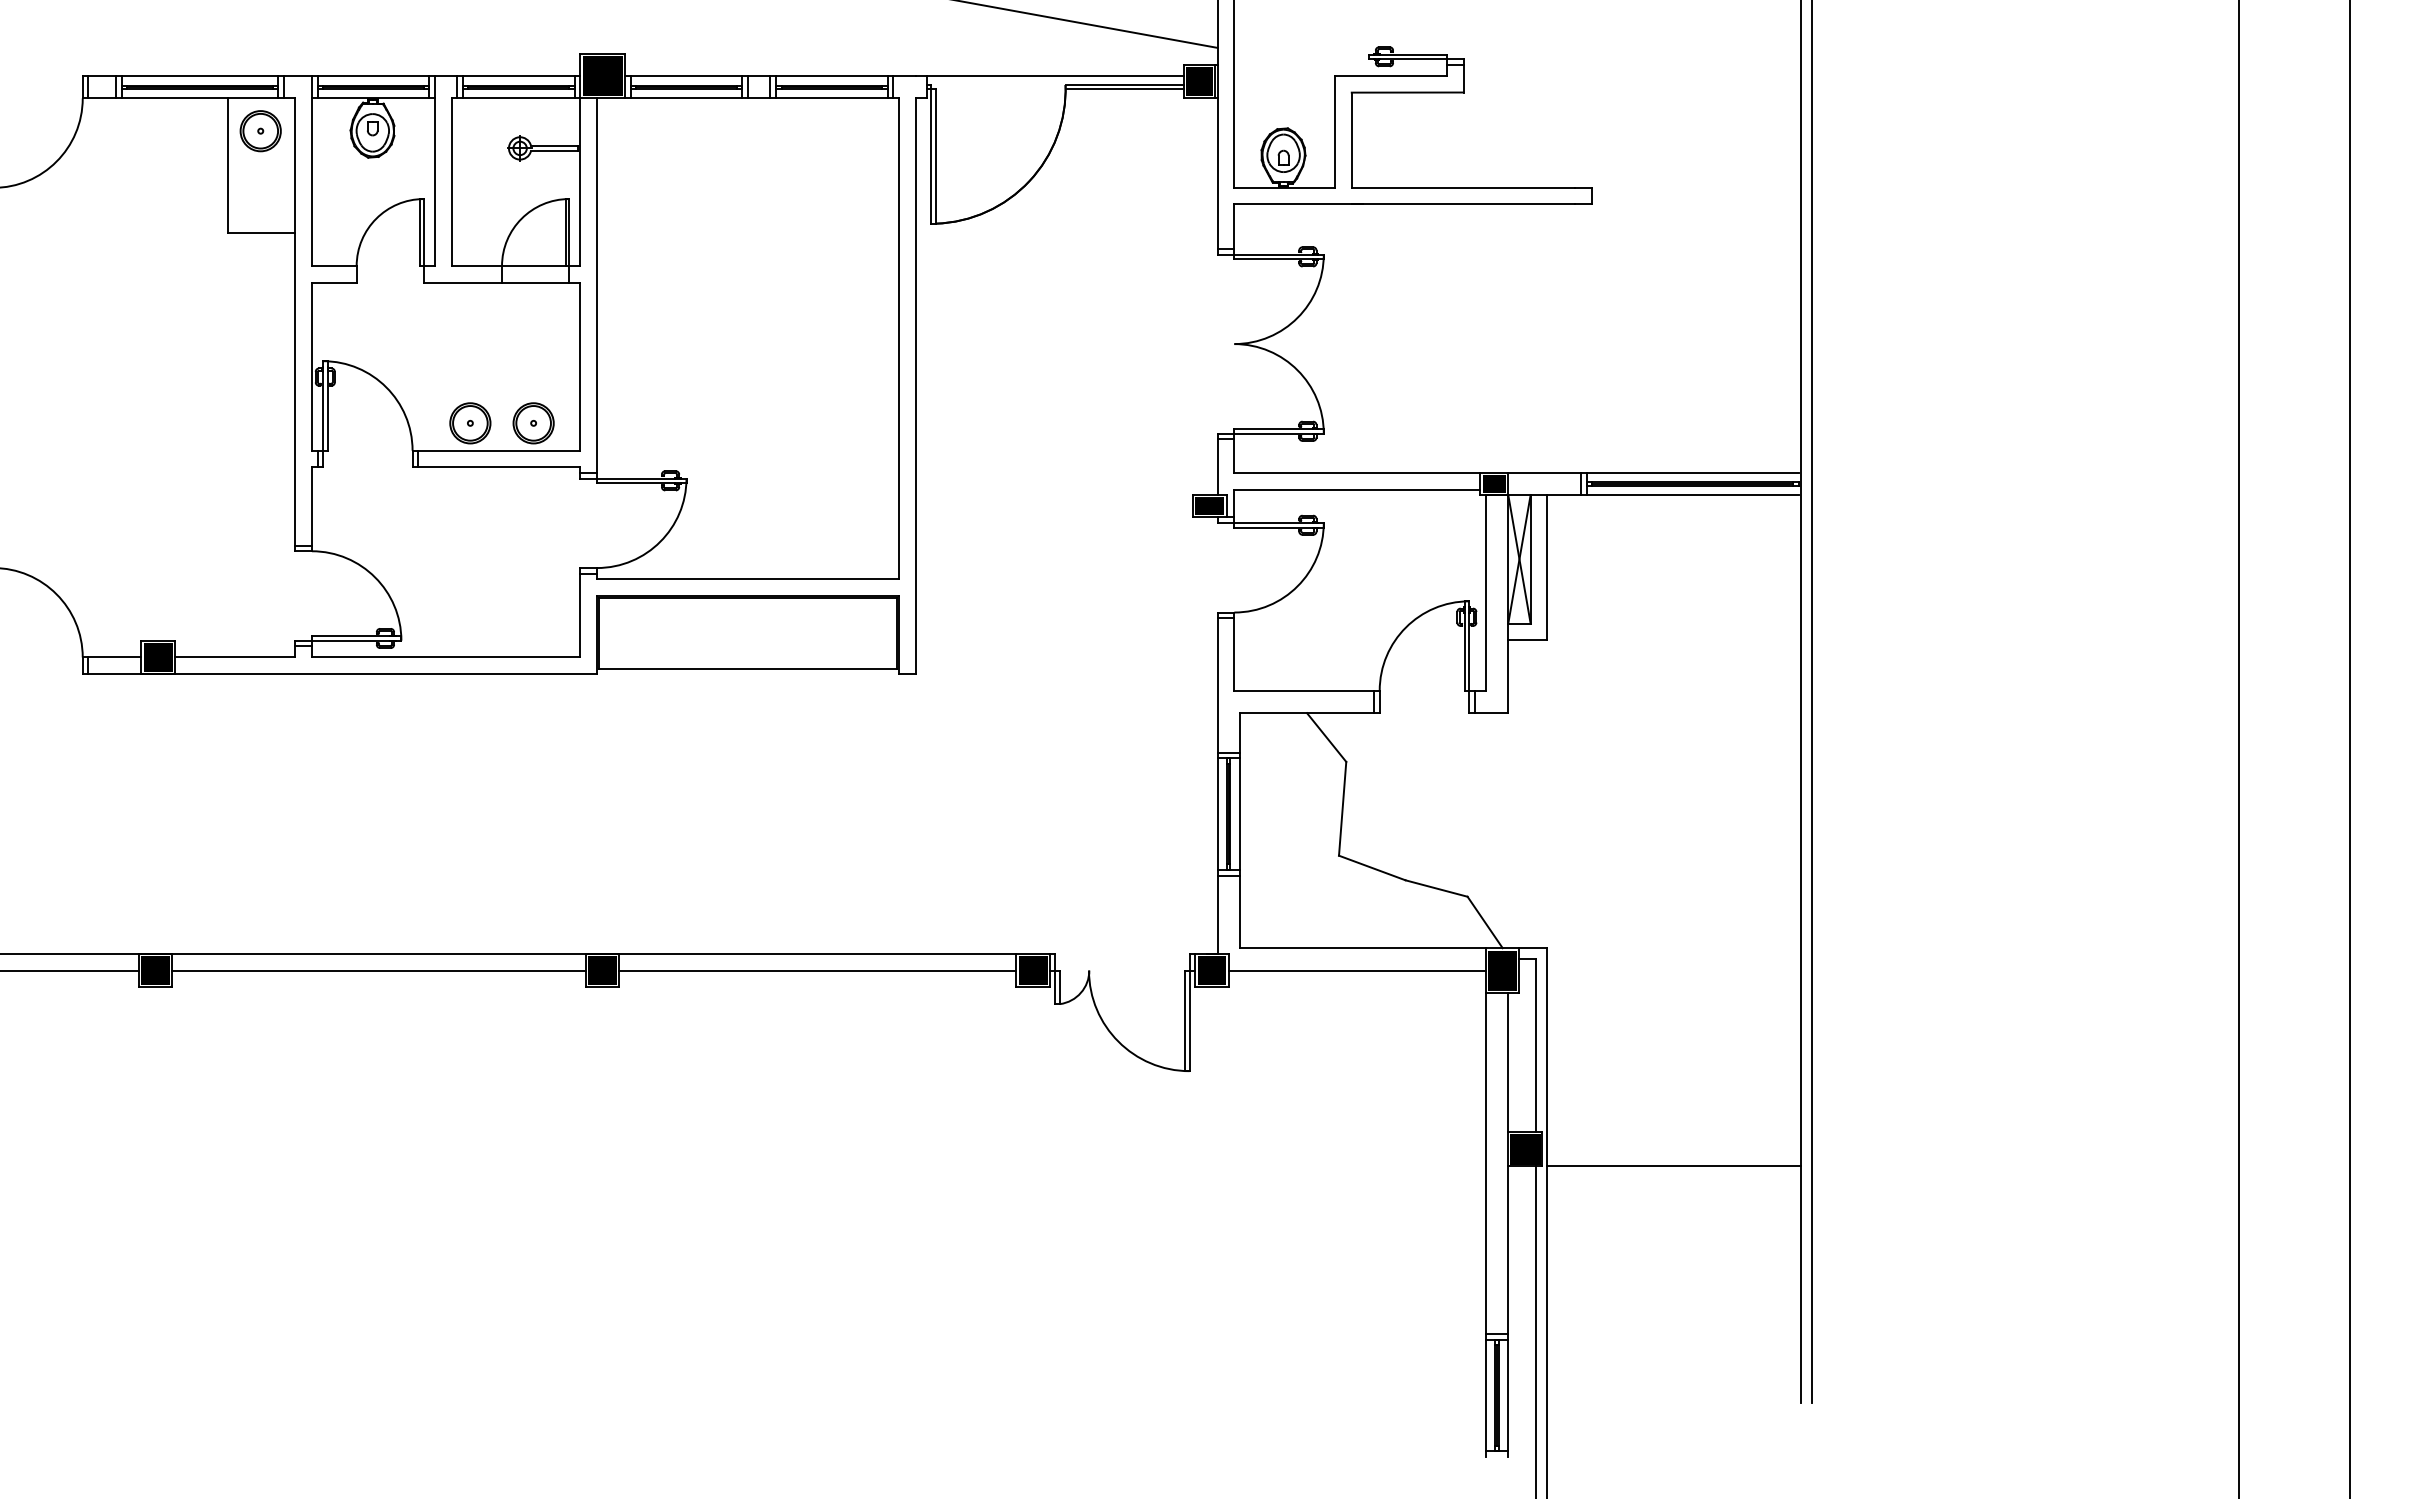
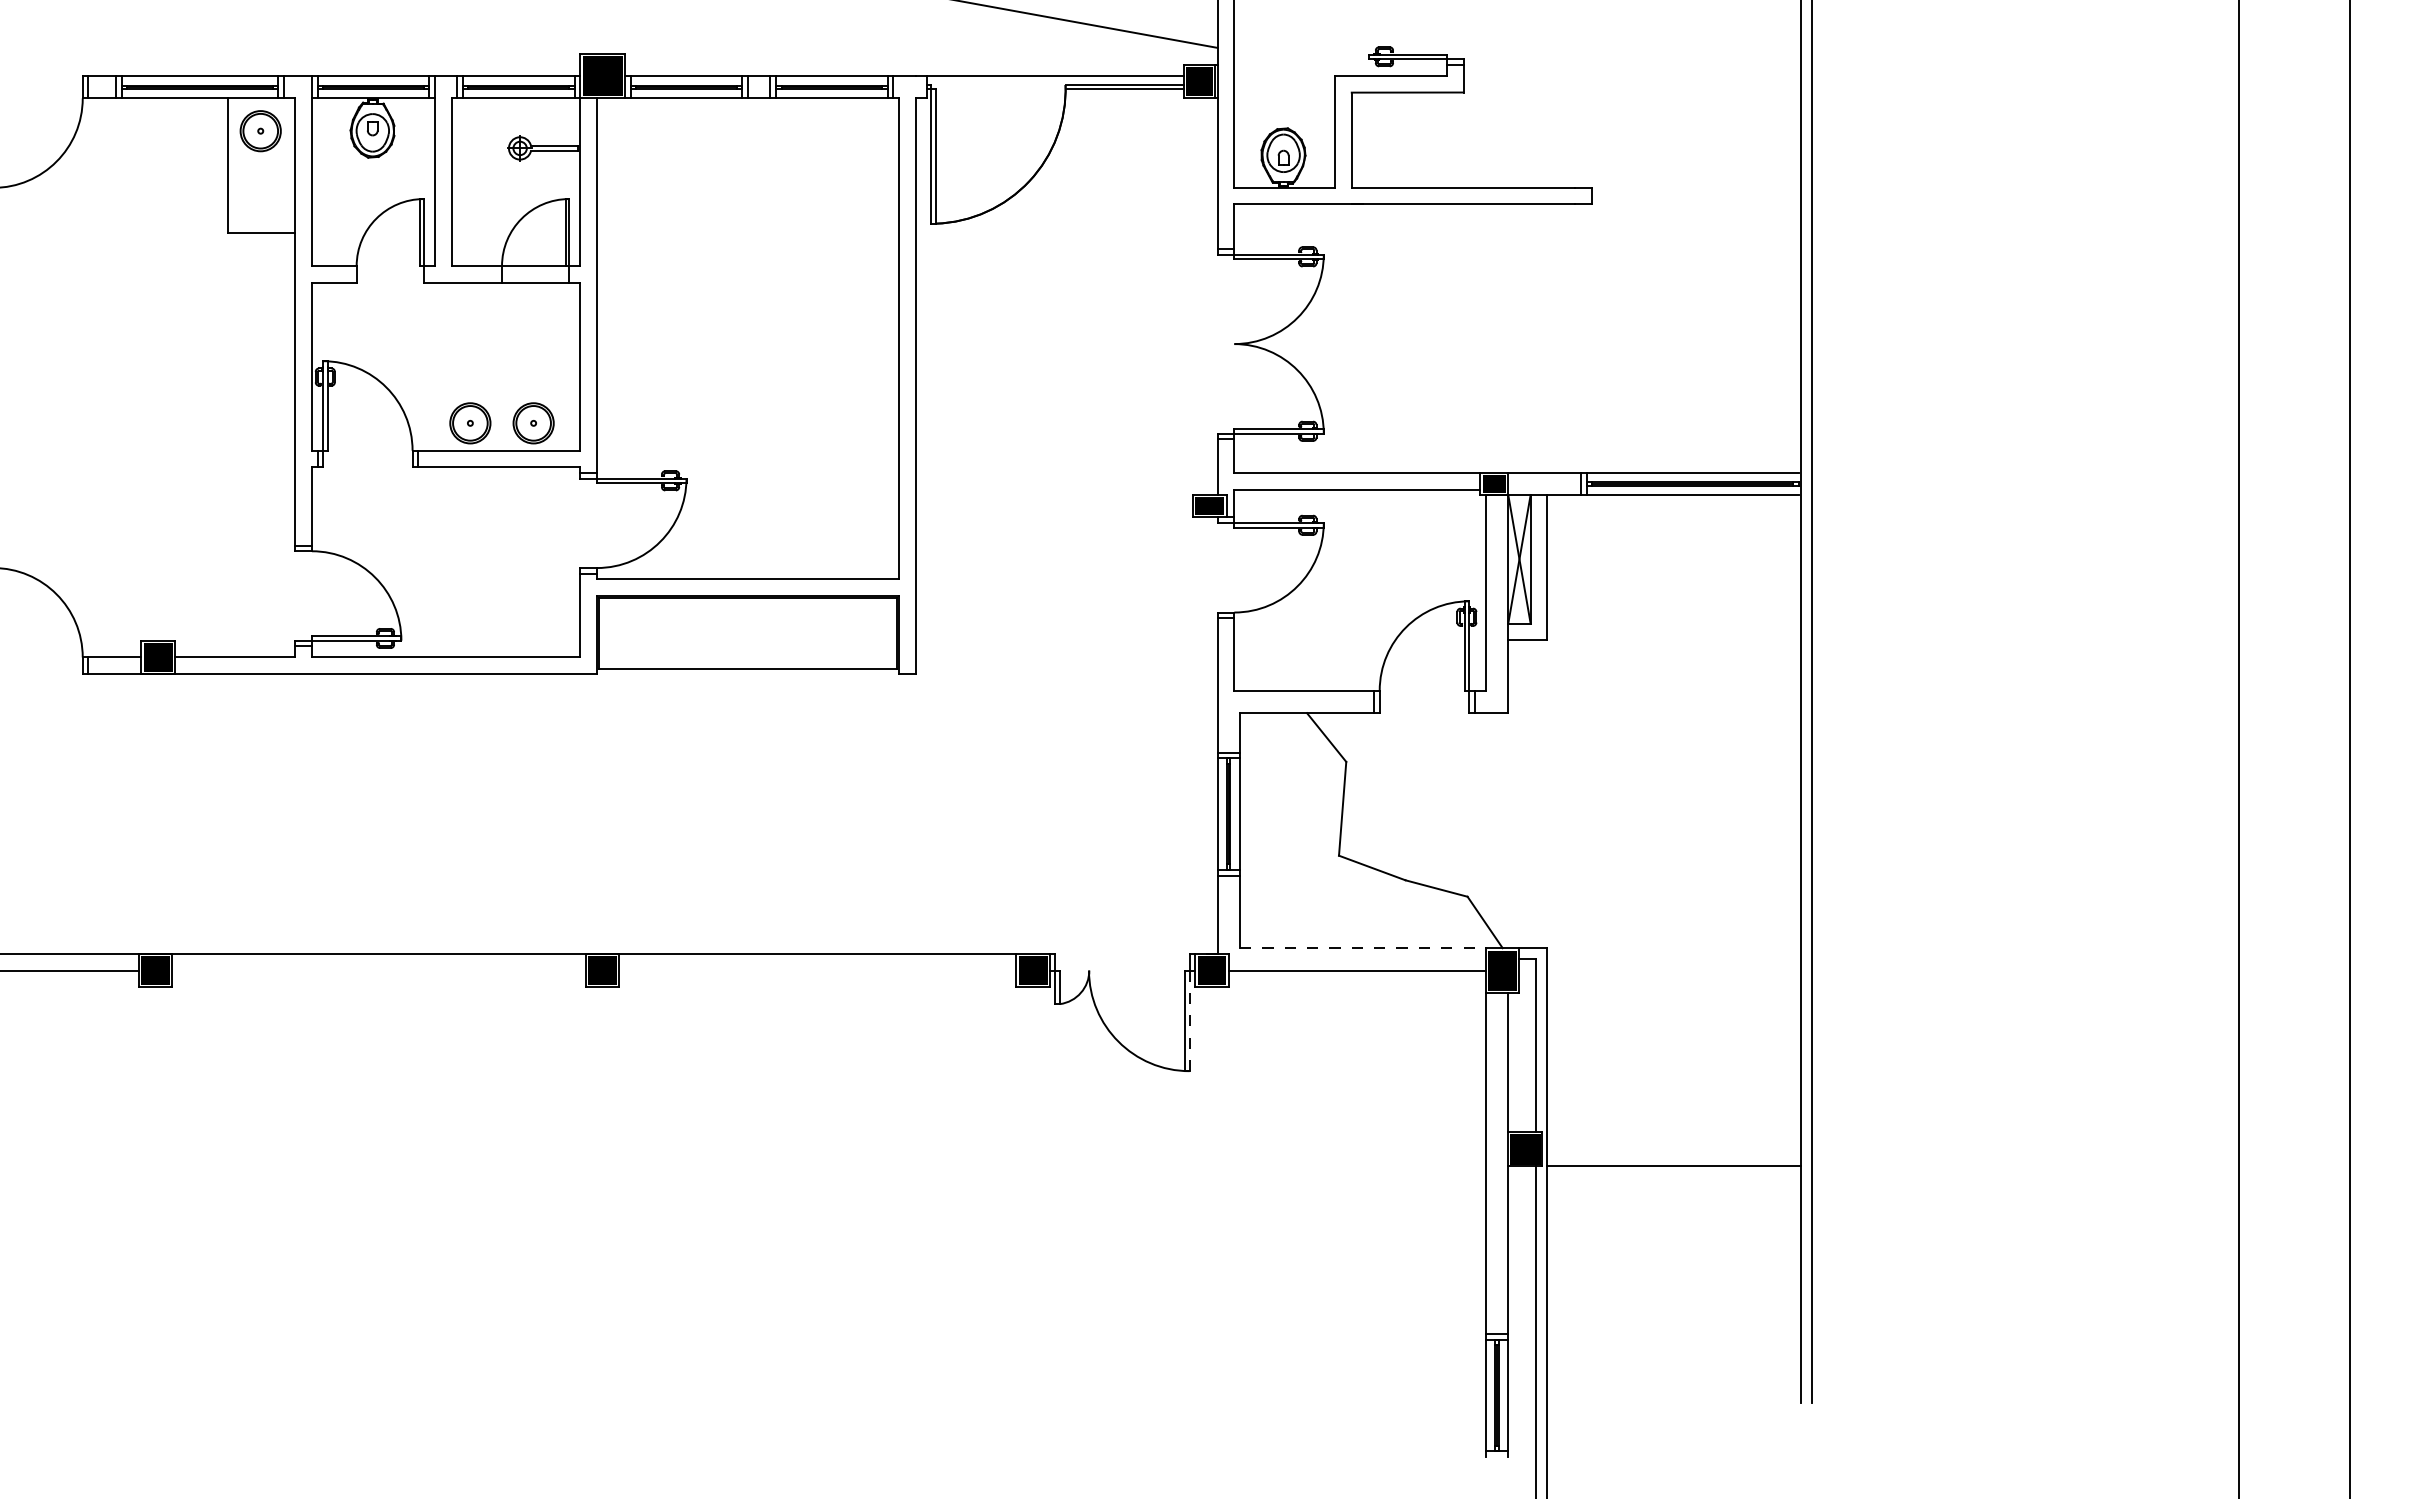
line at (1362, 948): solid -> dashed
line at (378, 970): present -> none
line at (817, 970): present -> none
line at (1189, 1021): solid -> dashed
